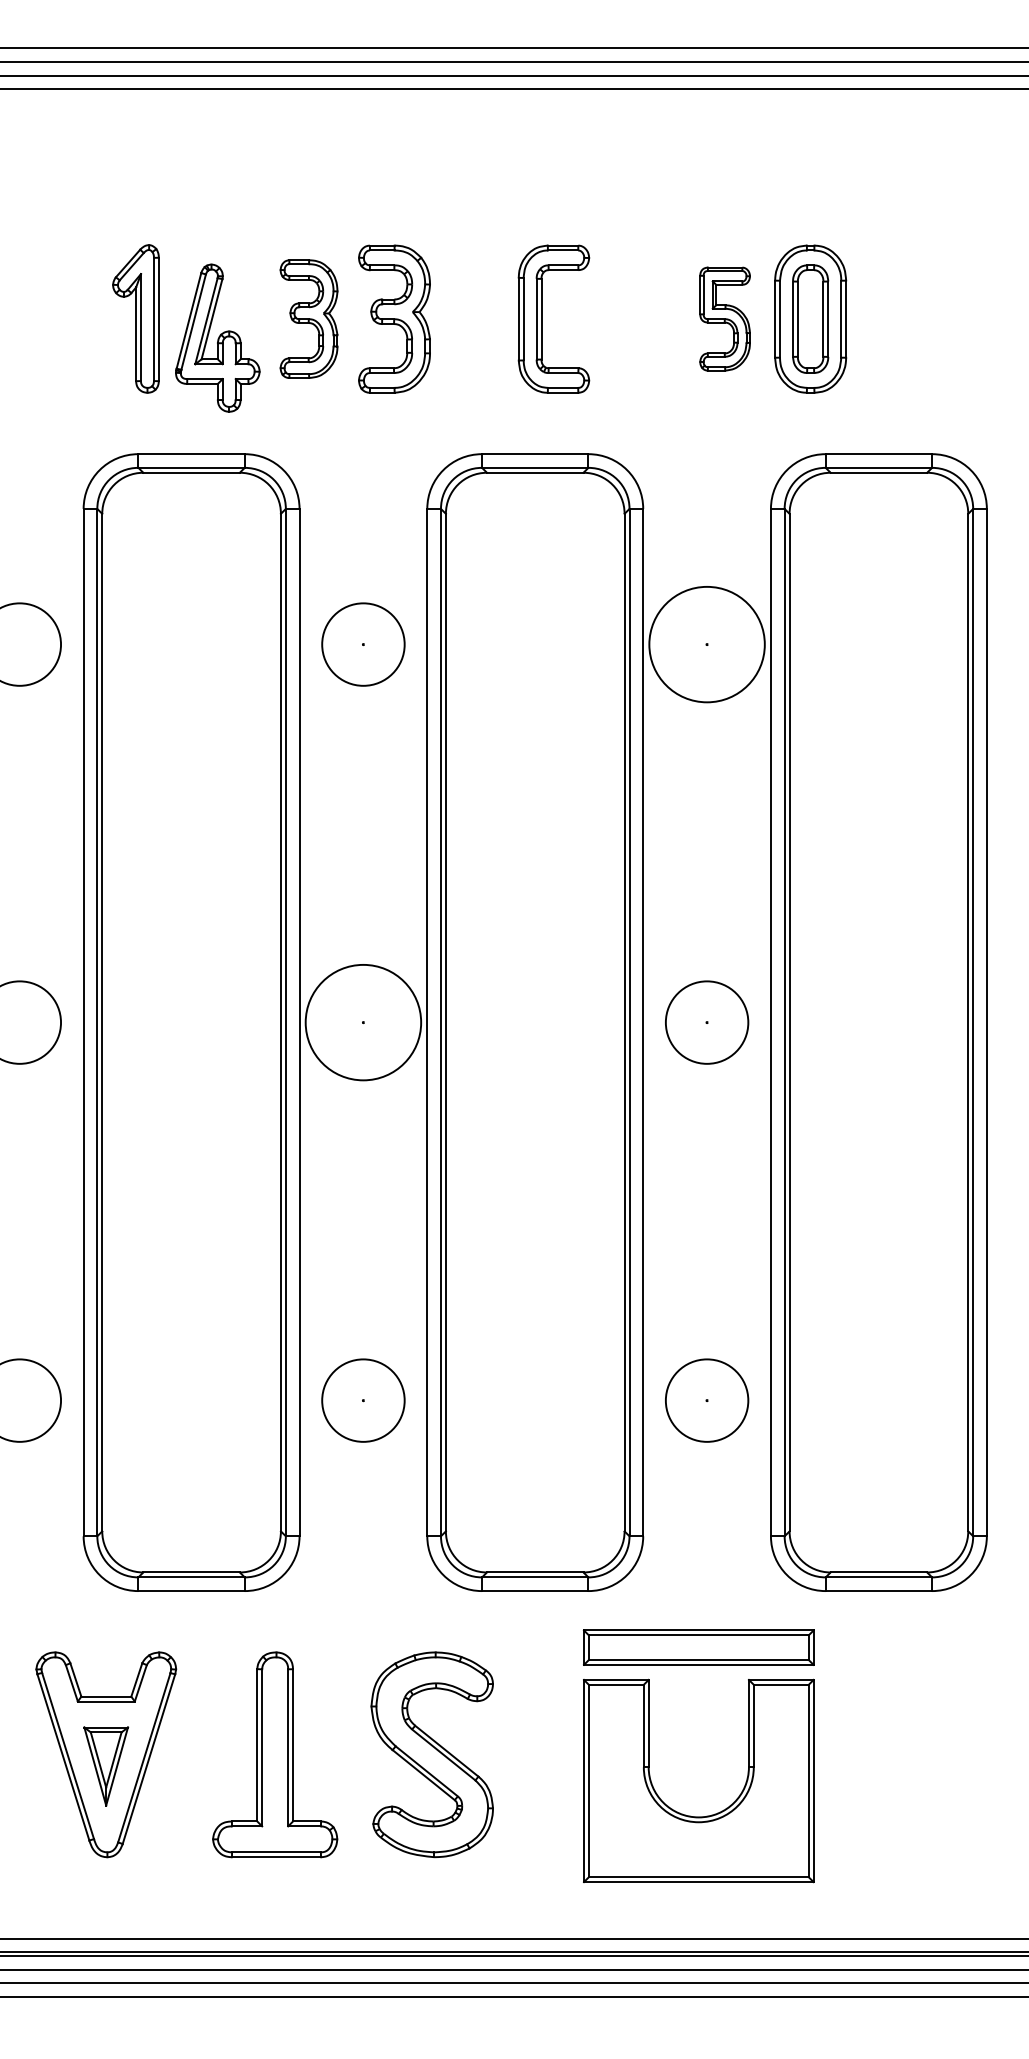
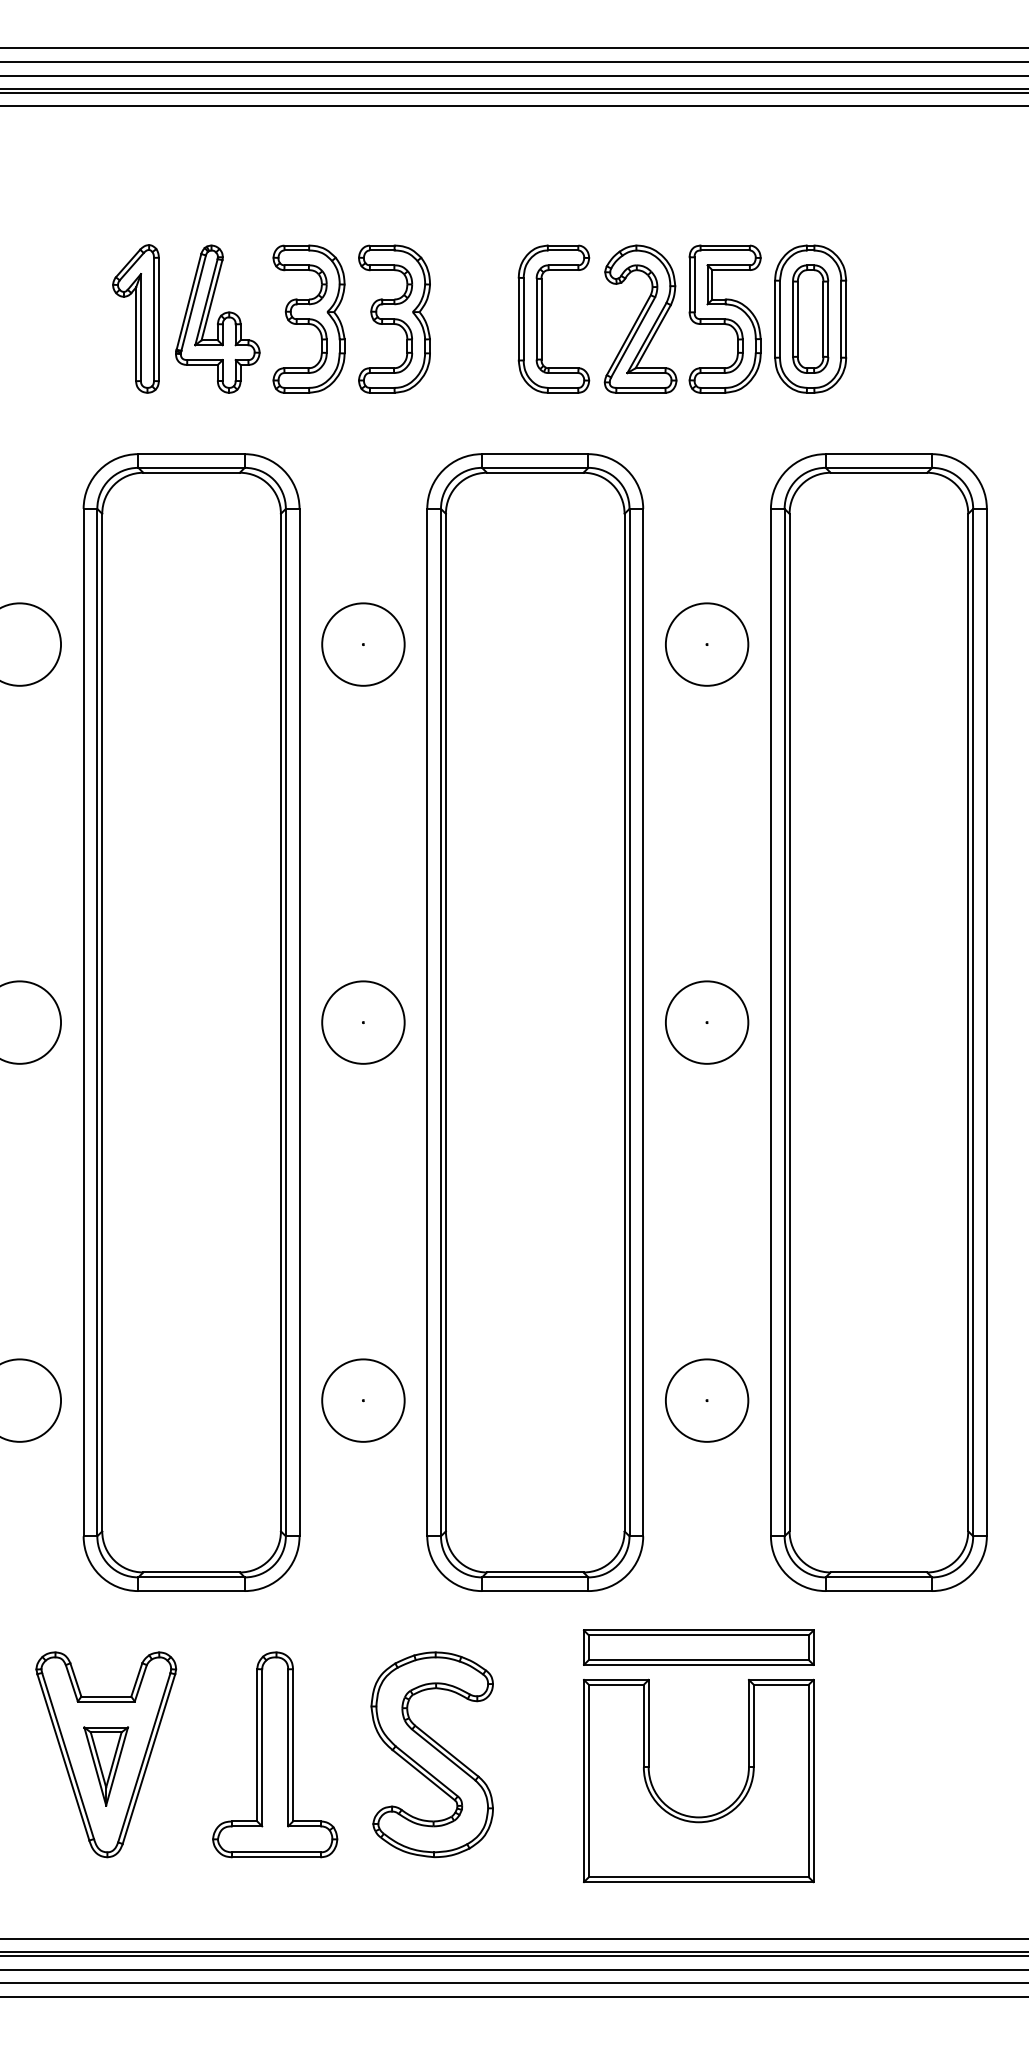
line at (513, 92): none -> present
line at (513, 106): none -> present
part at (308, 318) size: 60x120 px -> 74x150 px
part at (640, 318): none -> present
part at (724, 318) size: 52x106 px -> 74x150 px
part at (217, 337) position: (217, 337) -> (217, 318)
circle at (706, 644) diameter: 115 px -> 82 px
circle at (363, 1022) diameter: 115 px -> 82 px
